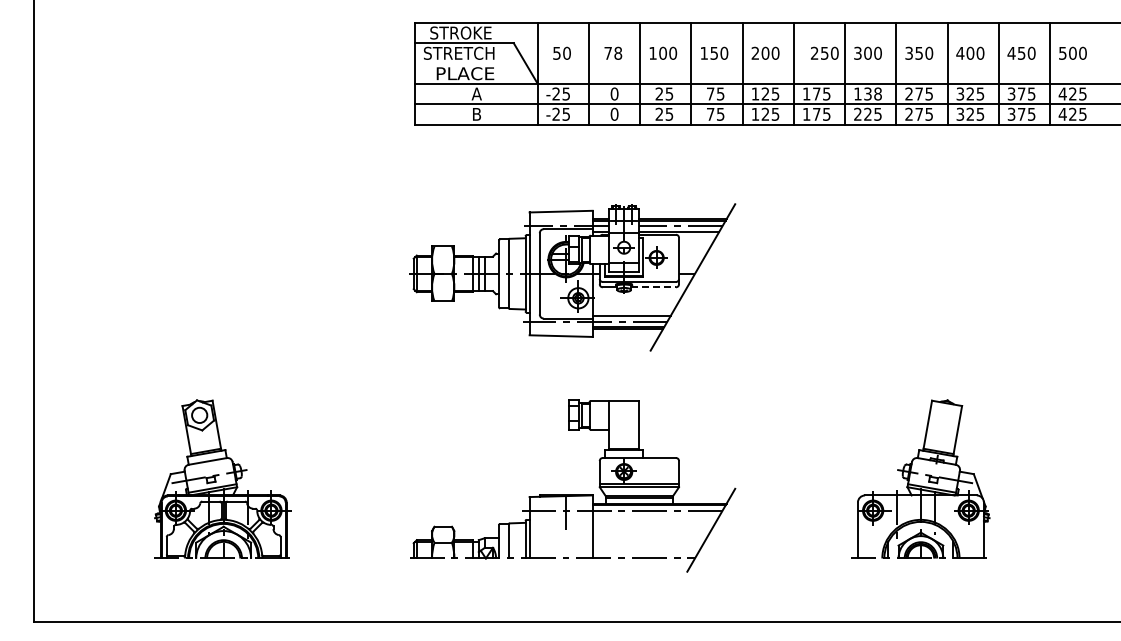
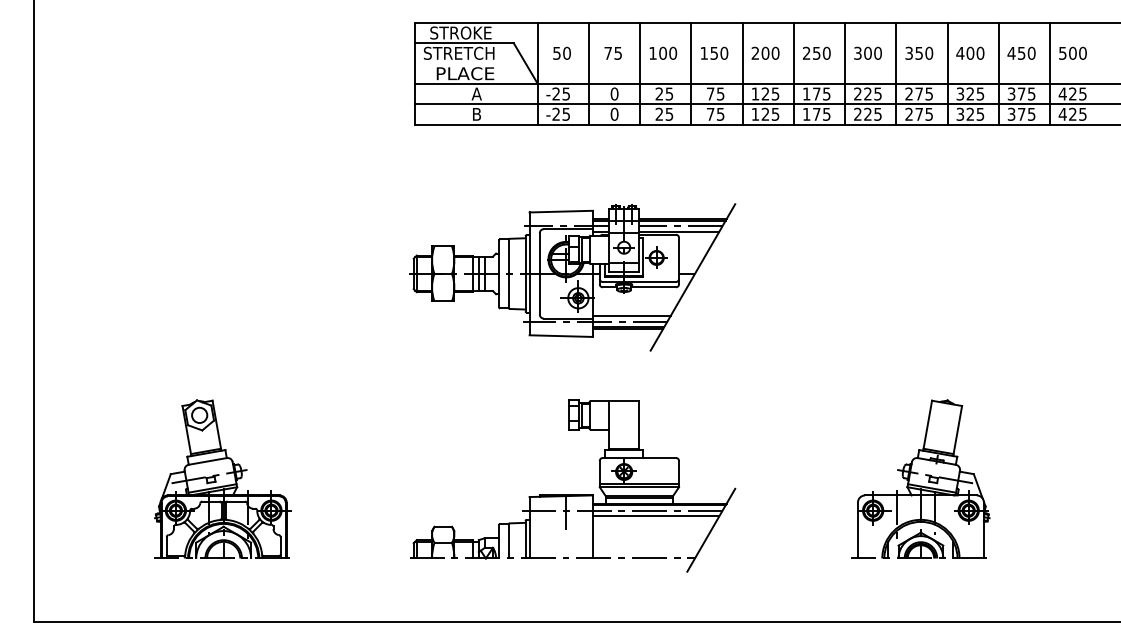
text at (618, 52): 78 -> 75
text at (824, 52) position: (824, 52) -> (816, 52)
text at (867, 93): 138 -> 225
line at (654, 287): dashed -> solid
line at (655, 516): none -> present
